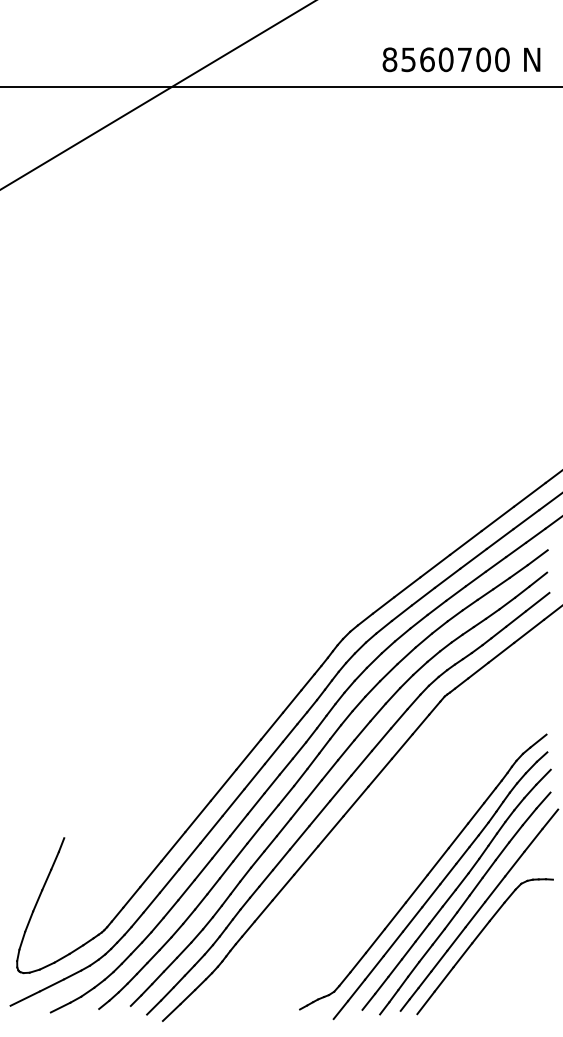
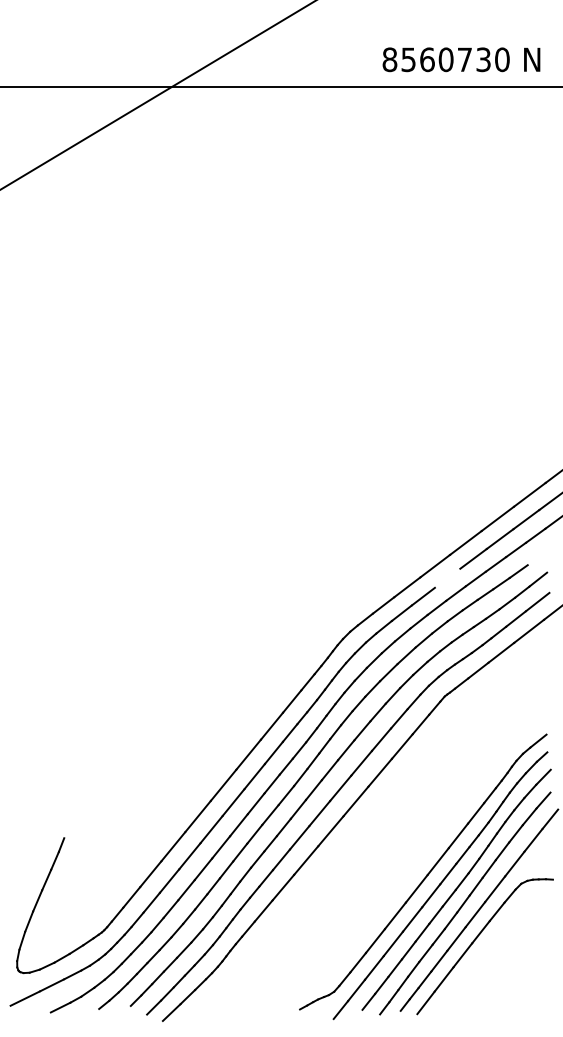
text at (483, 59): 8560700 -> 8560730
line at (537, 557): present -> none
line at (447, 577): present -> none
